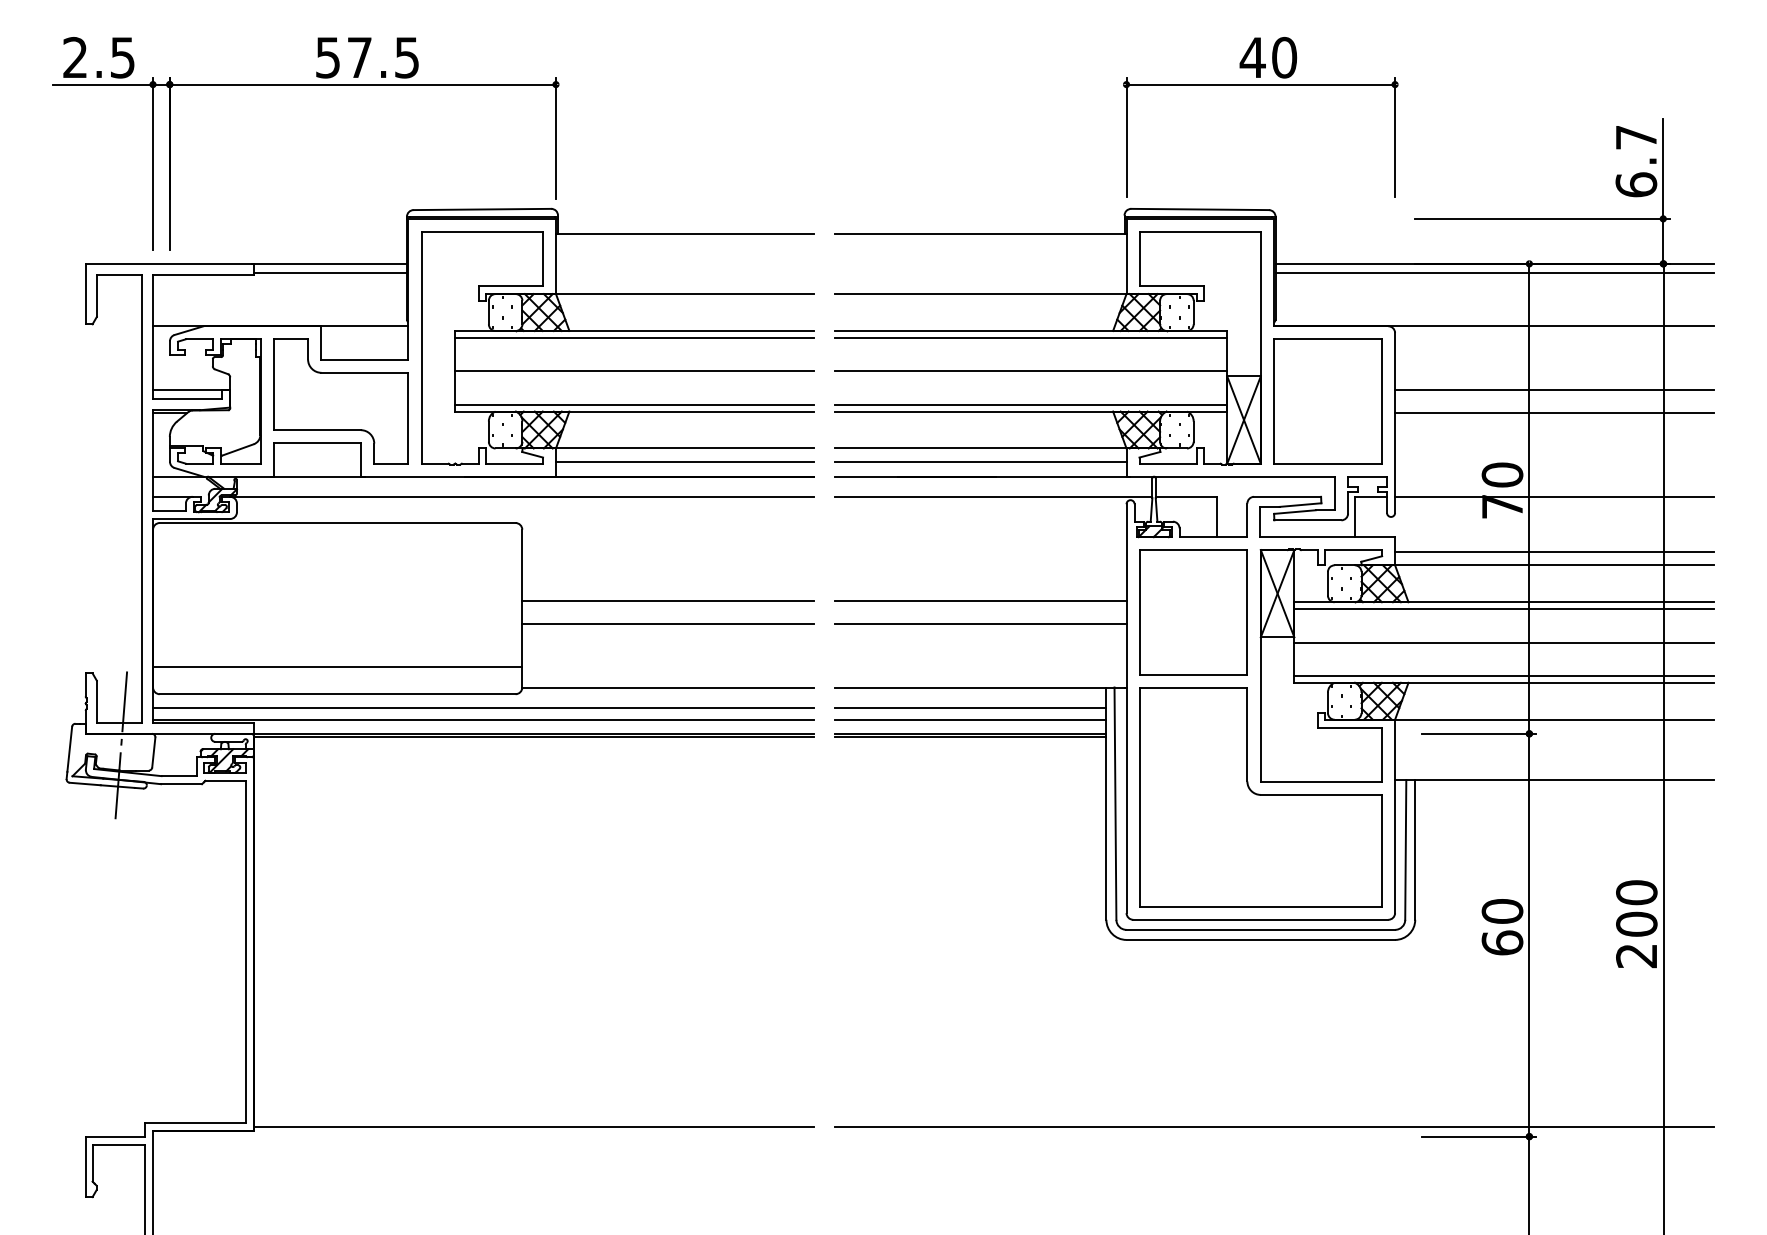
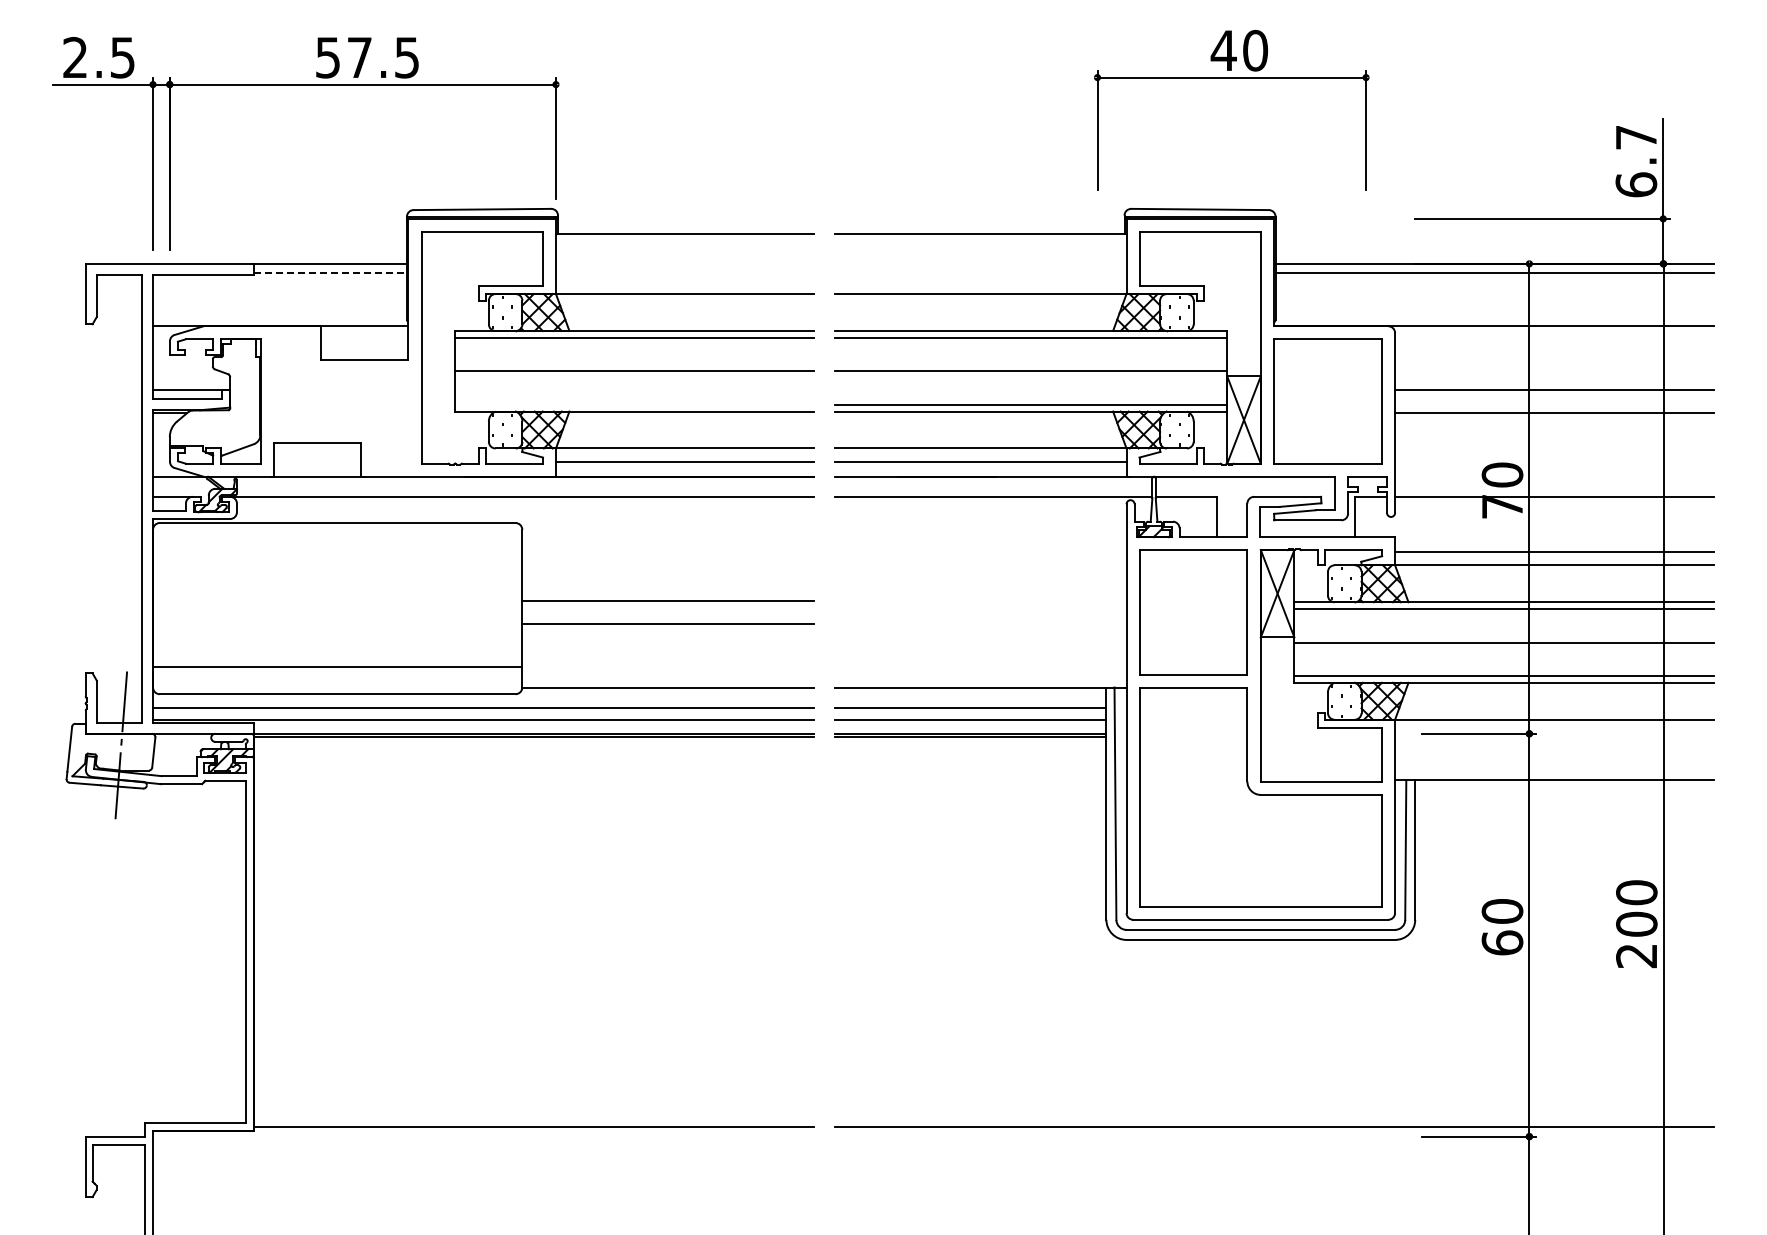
part at (1260, 85) position: (1260, 85) -> (1231, 78)
line at (330, 273): solid -> dashed
part at (340, 401): present -> none
line at (634, 404): present -> none
line at (980, 600): present -> none
line at (980, 623): present -> none
